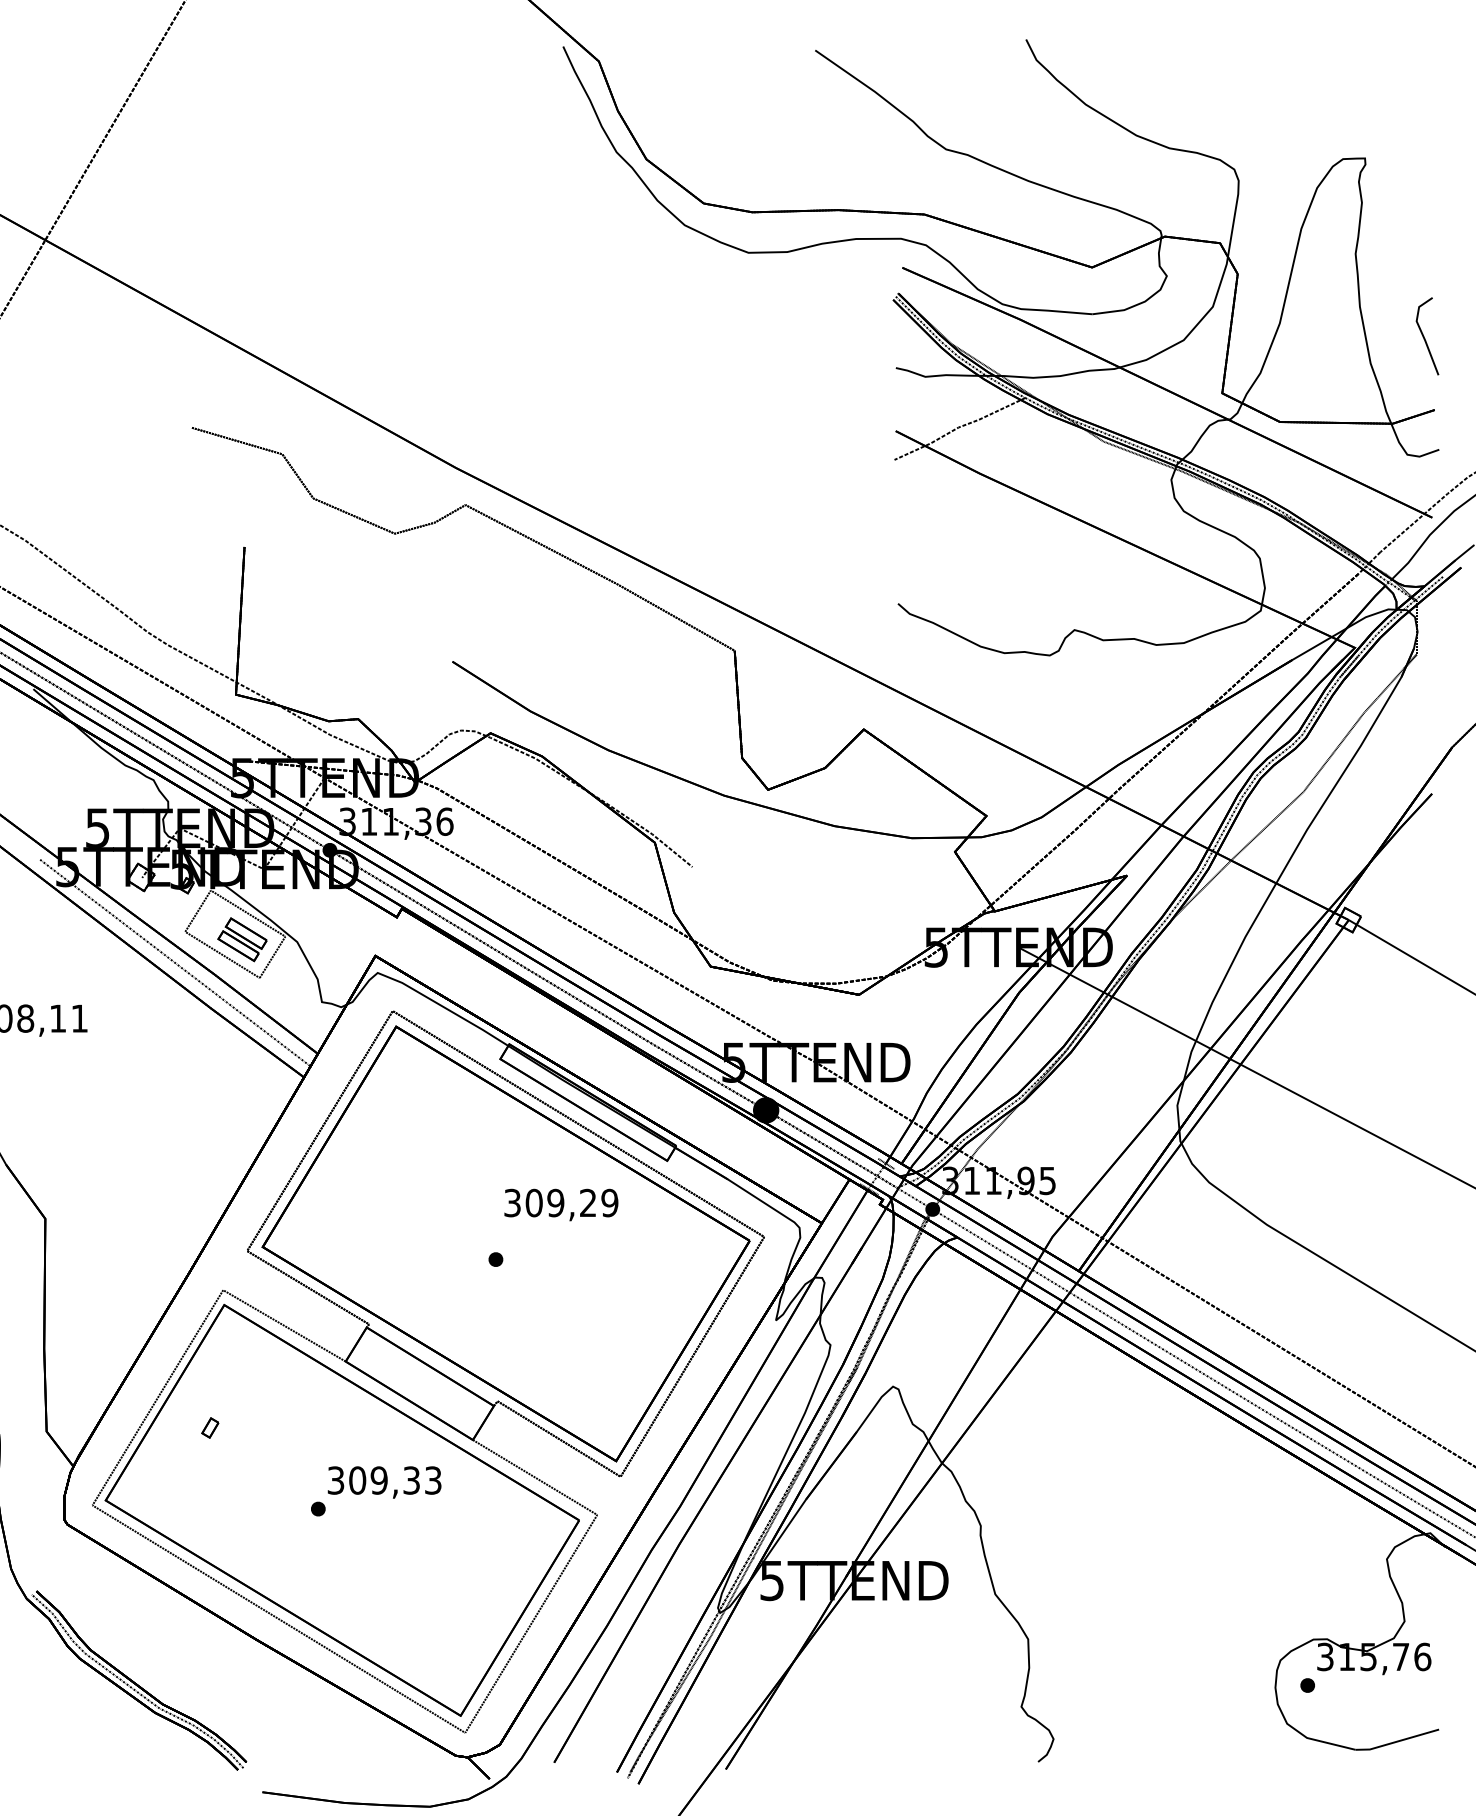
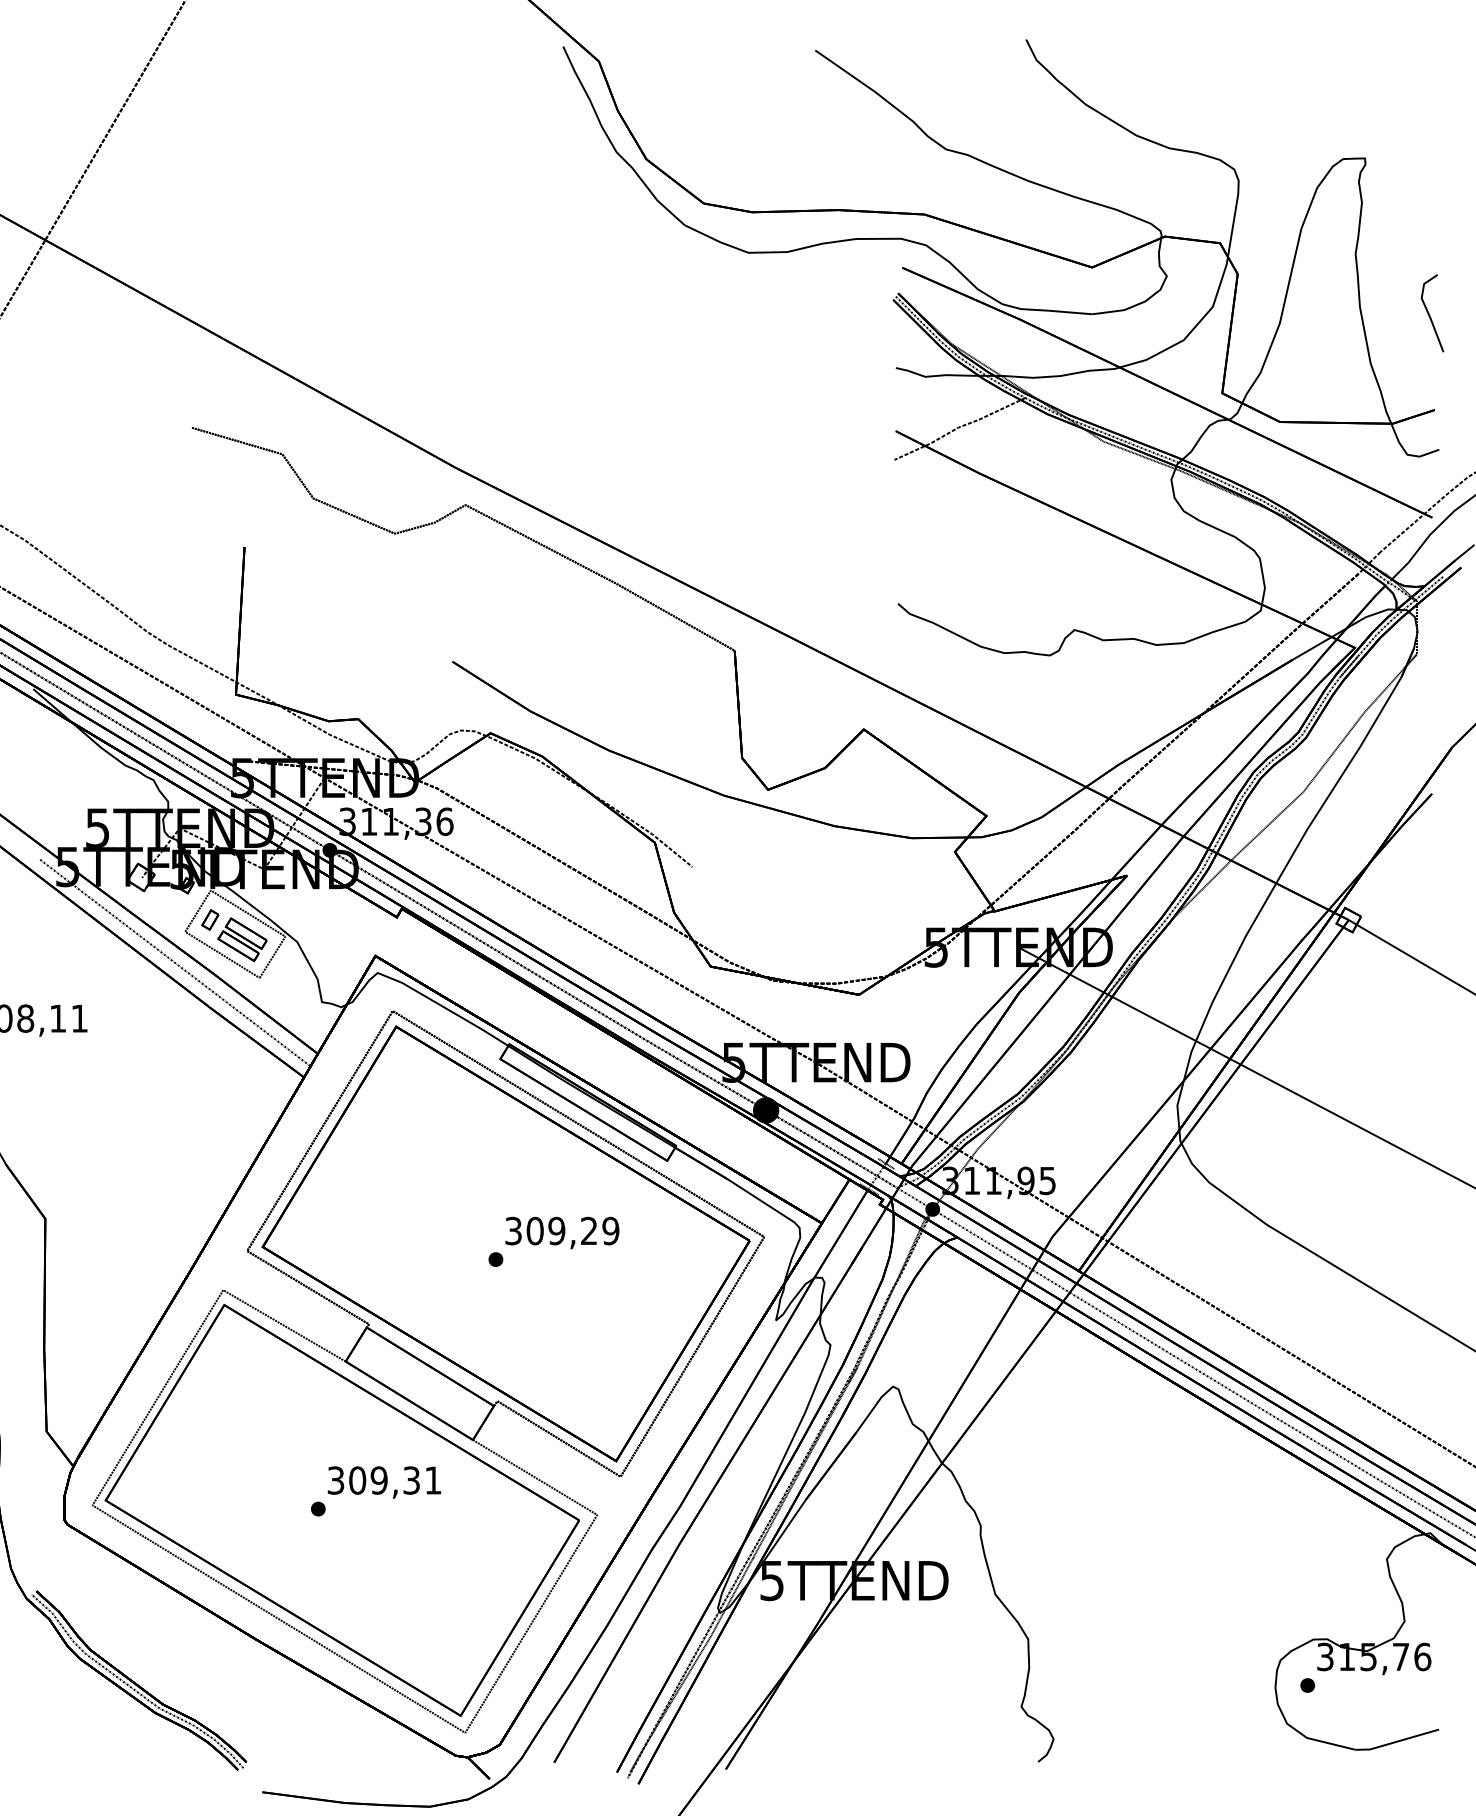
line at (1425, 338) position: (1425, 338) -> (1430, 315)
text at (561, 1204) position: (561, 1204) -> (562, 1232)
part at (210, 1427) position: (210, 1427) -> (210, 919)
text at (433, 1480): 309,33 -> 309,31
